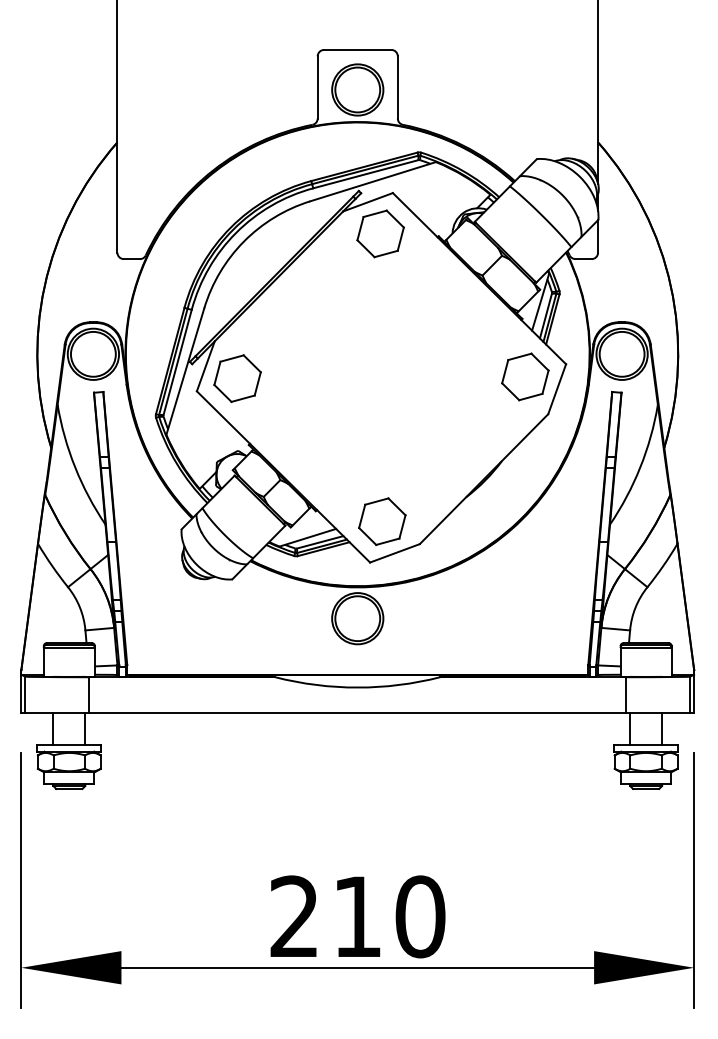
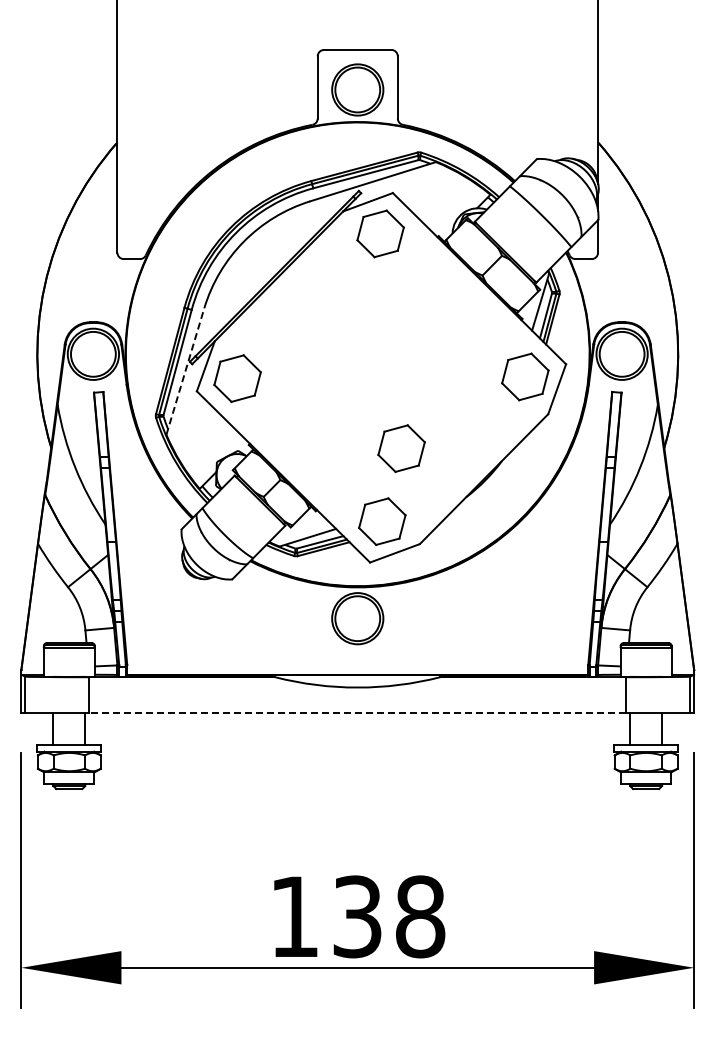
line at (185, 371): solid -> dashed
part at (401, 448): none -> present
line at (357, 713): solid -> dashed
text at (357, 916): 210 -> 138
